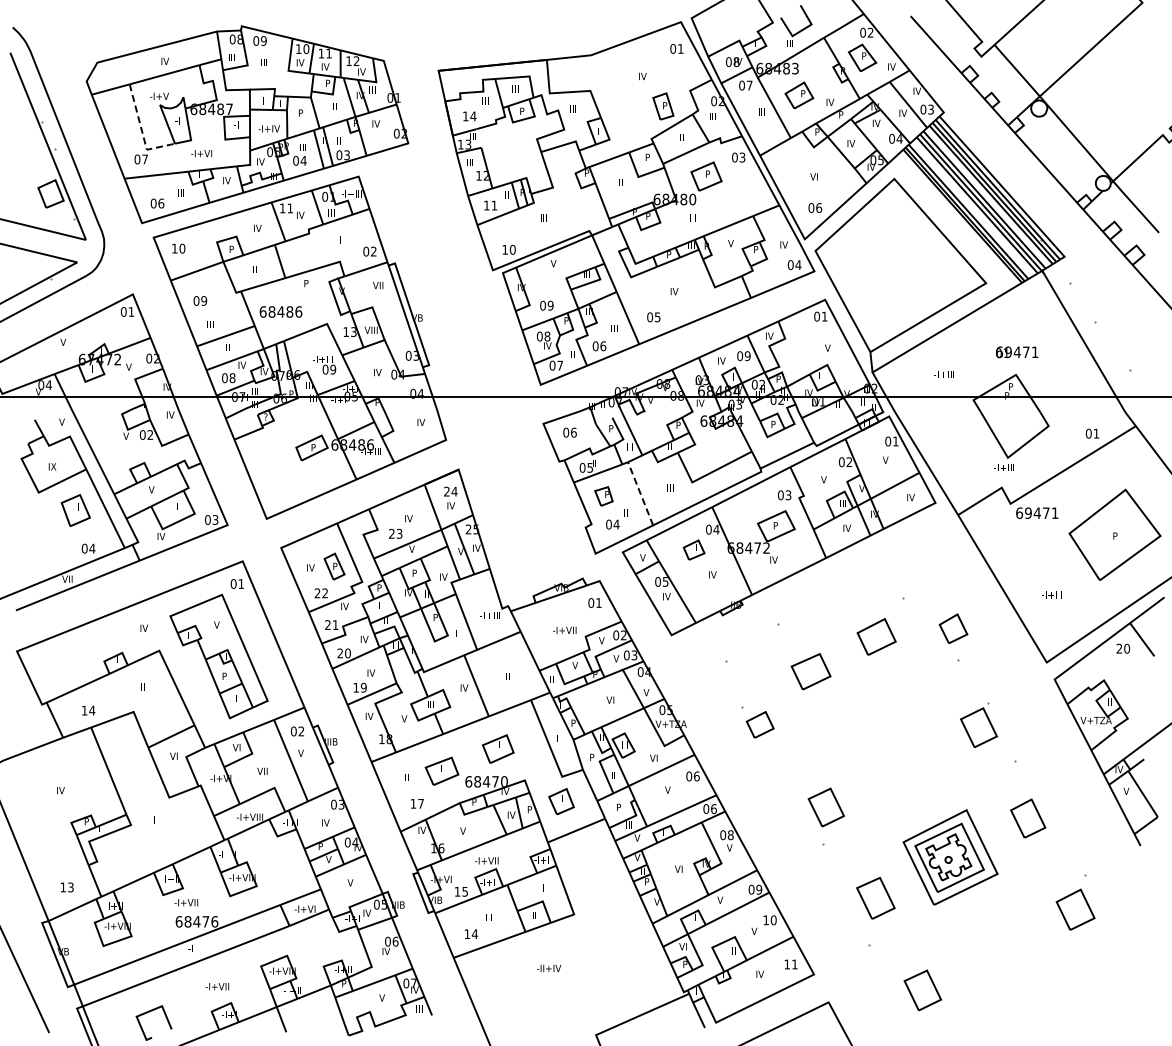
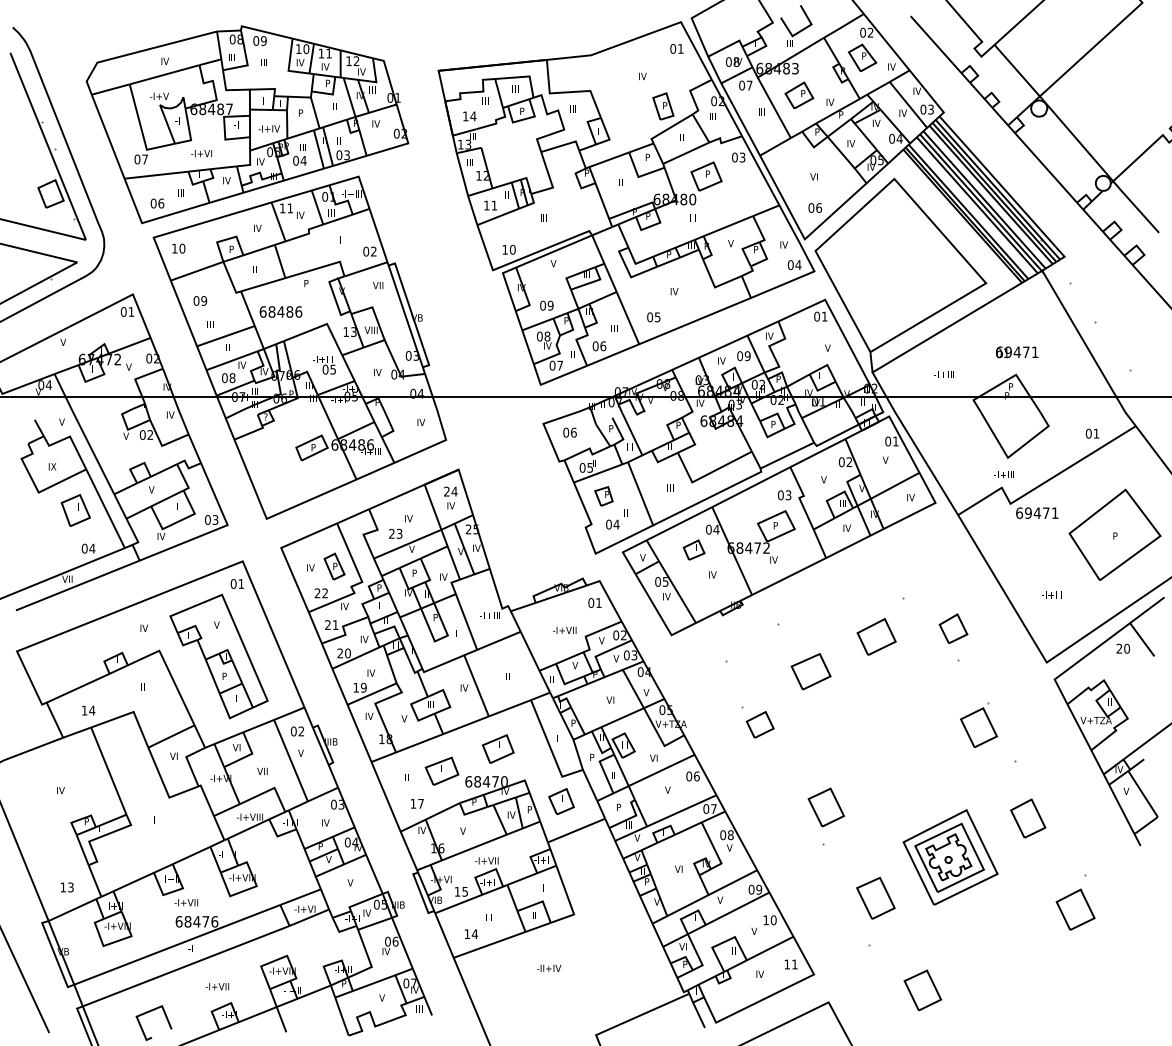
line at (142, 131): dashed -> solid
text at (333, 369): 09 -> 05
text at (1003, 467) position: (1003, 467) -> (1003, 474)
line at (640, 493): dashed -> solid
text at (713, 808): 06 -> 07
